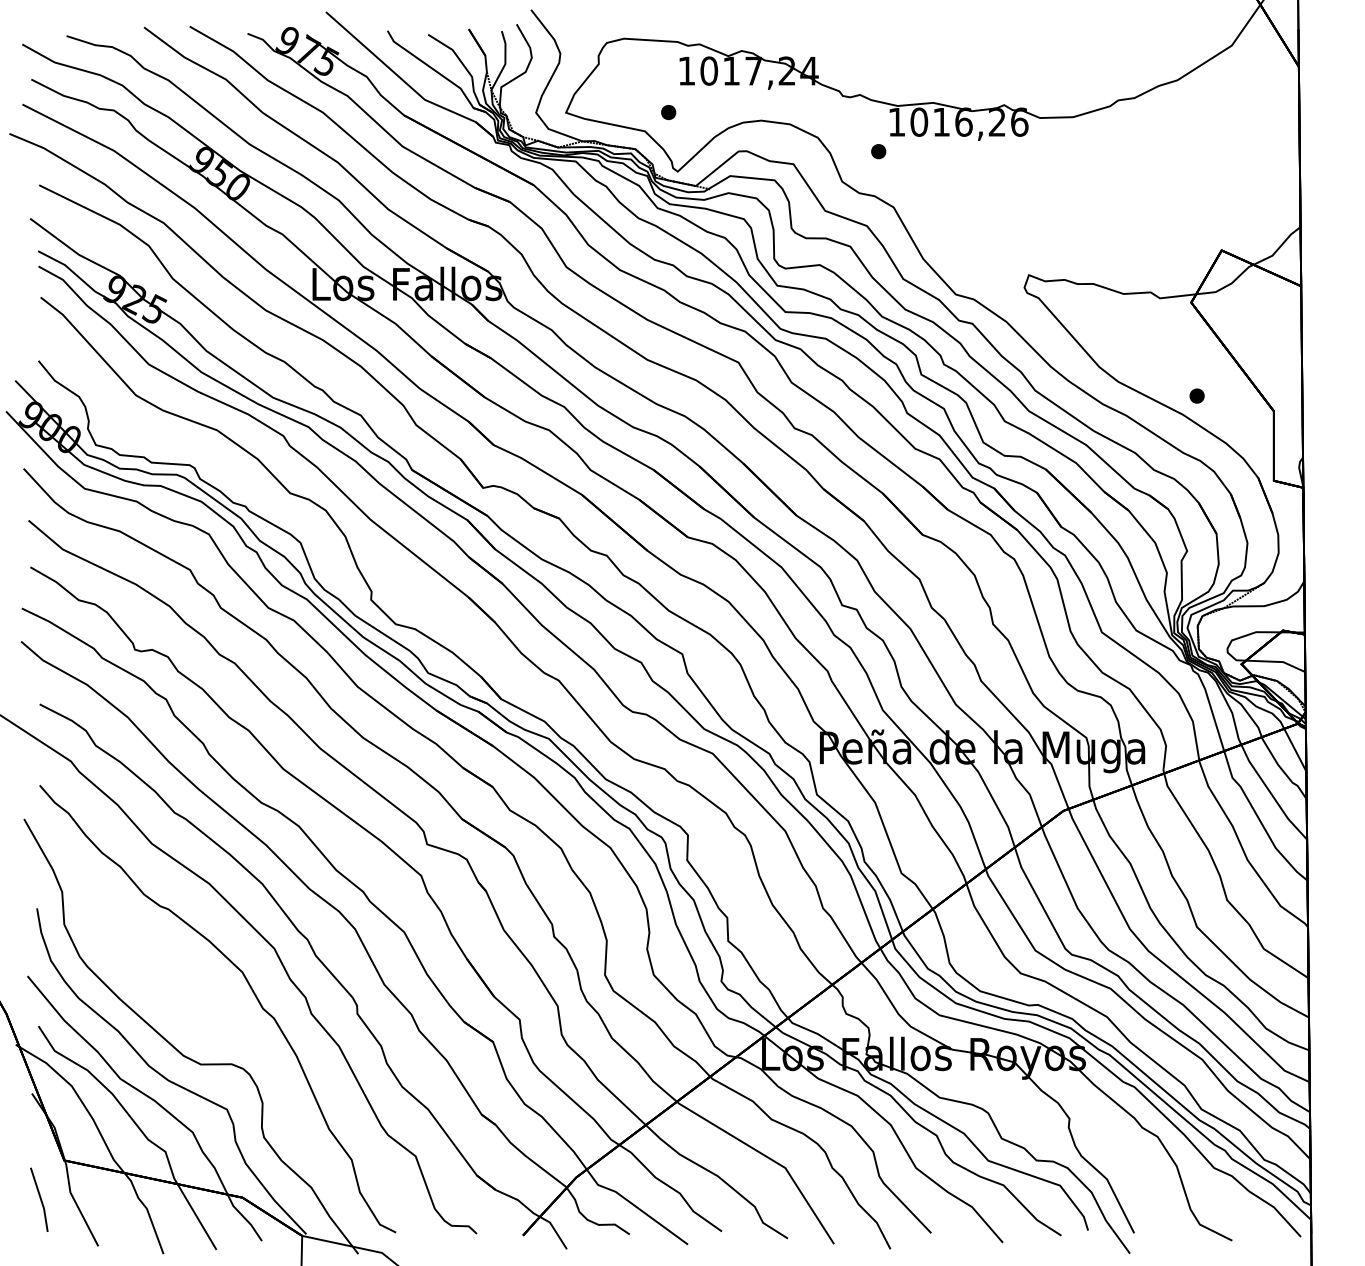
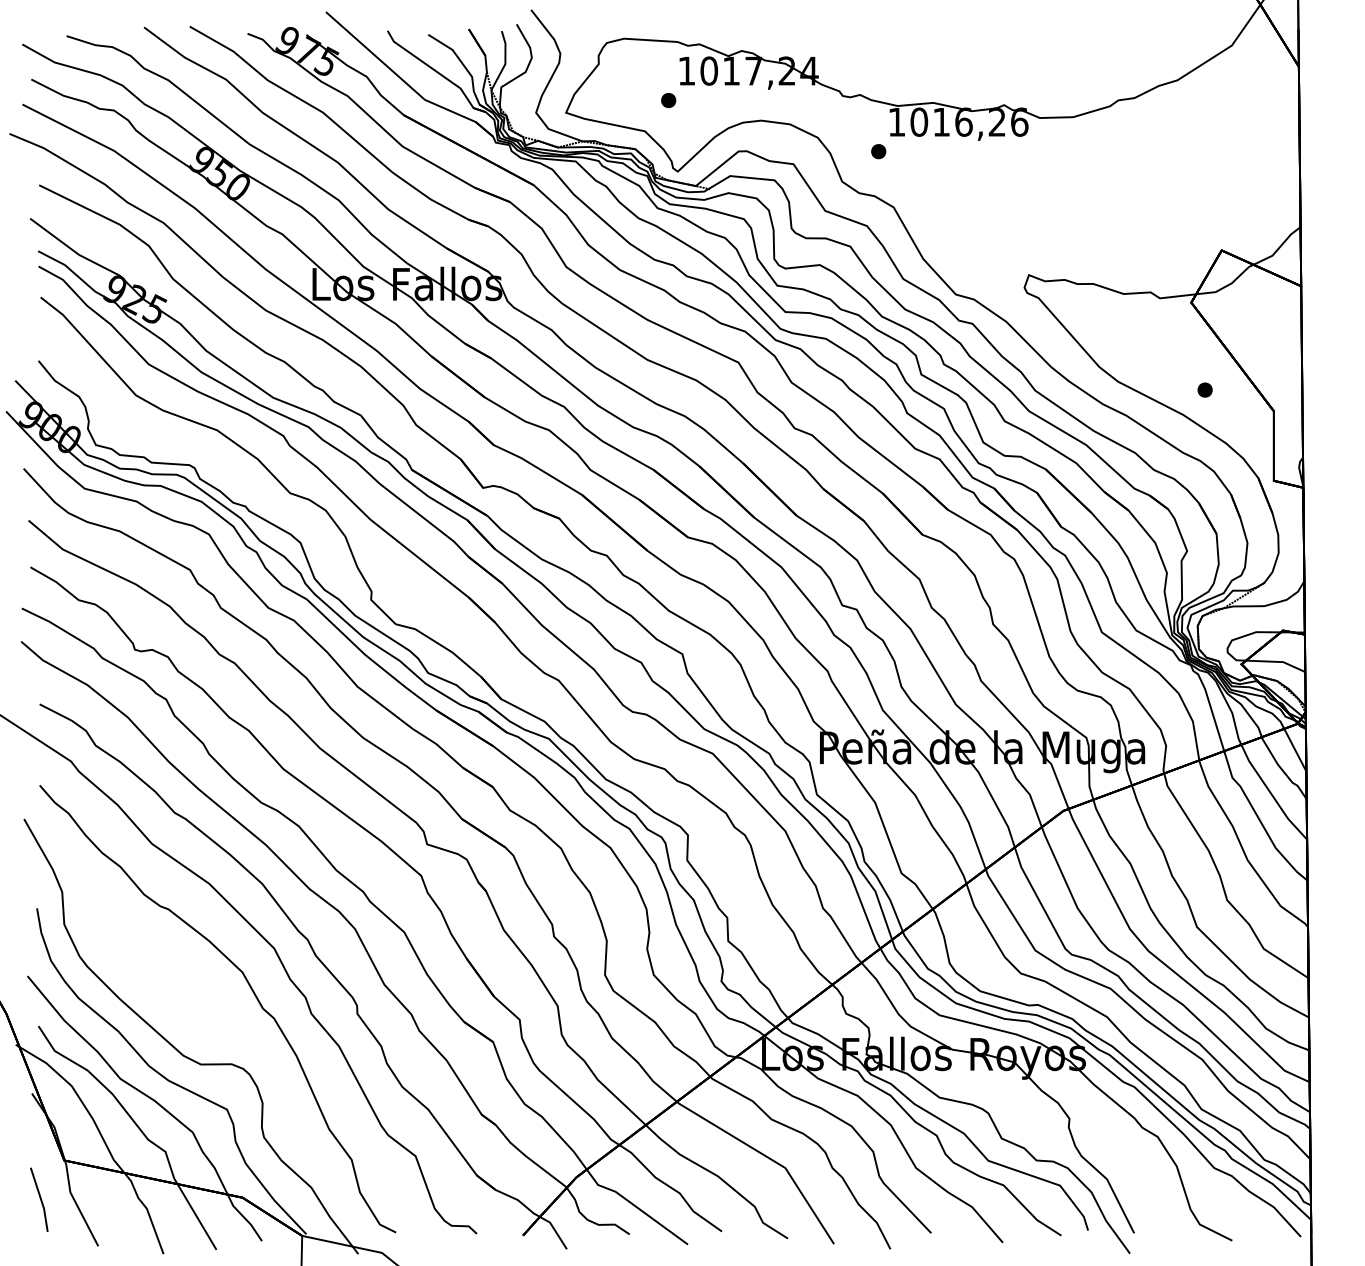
part at (668, 112) position: (668, 112) -> (668, 100)
part at (1196, 395) position: (1196, 395) -> (1204, 389)
